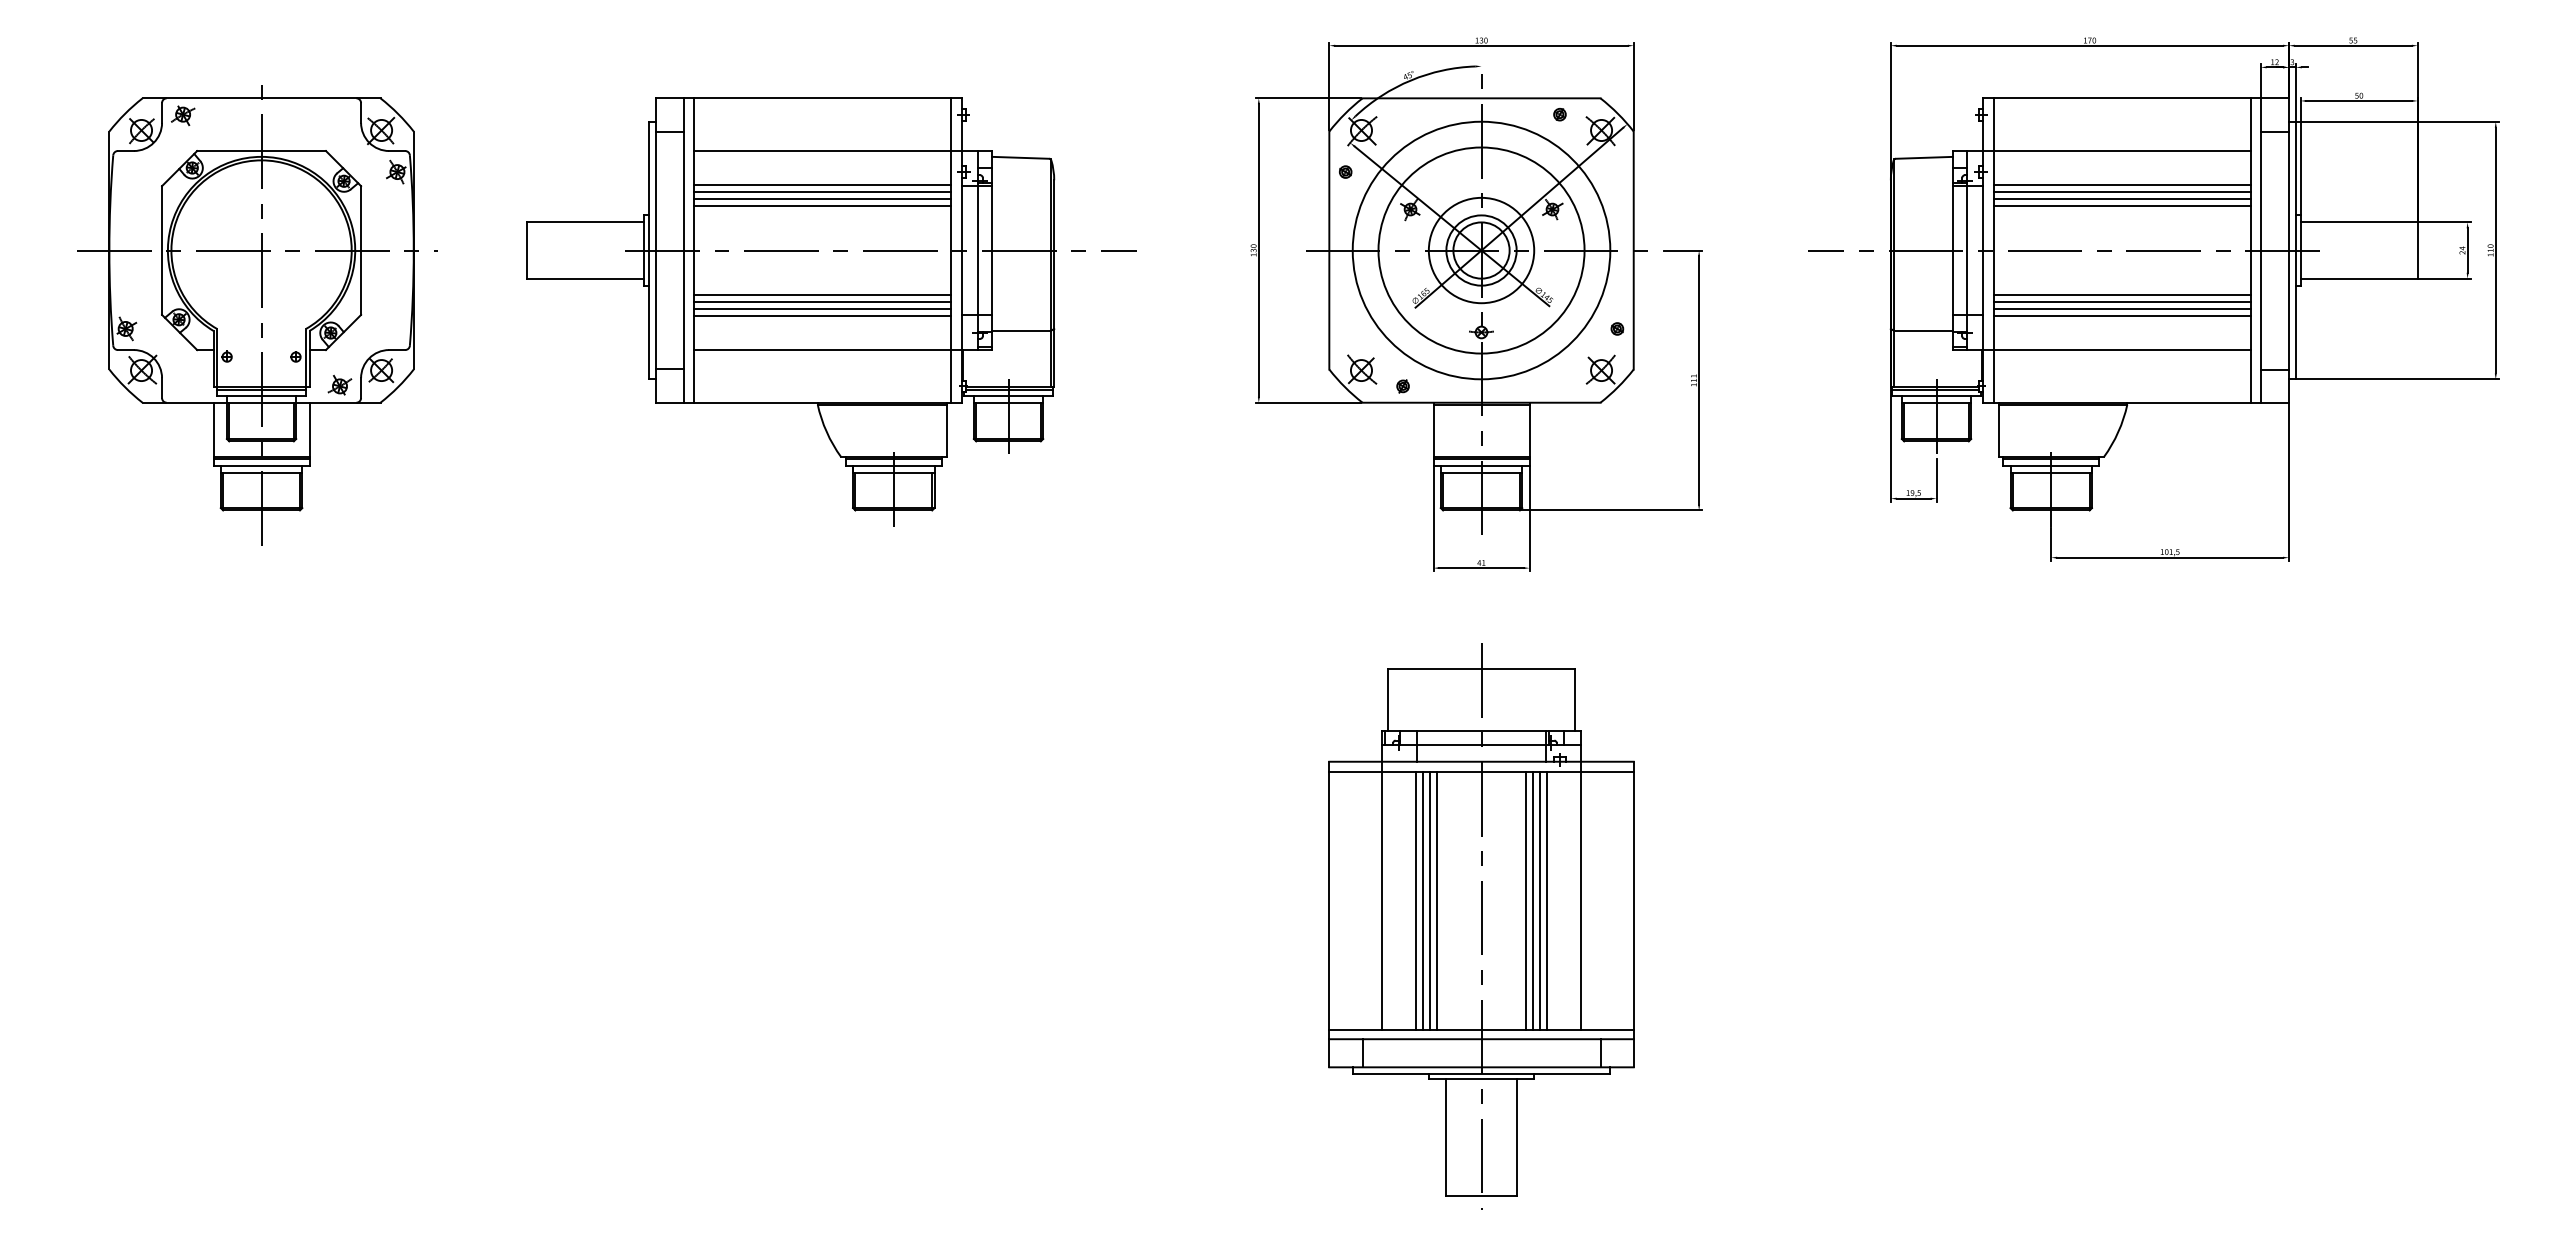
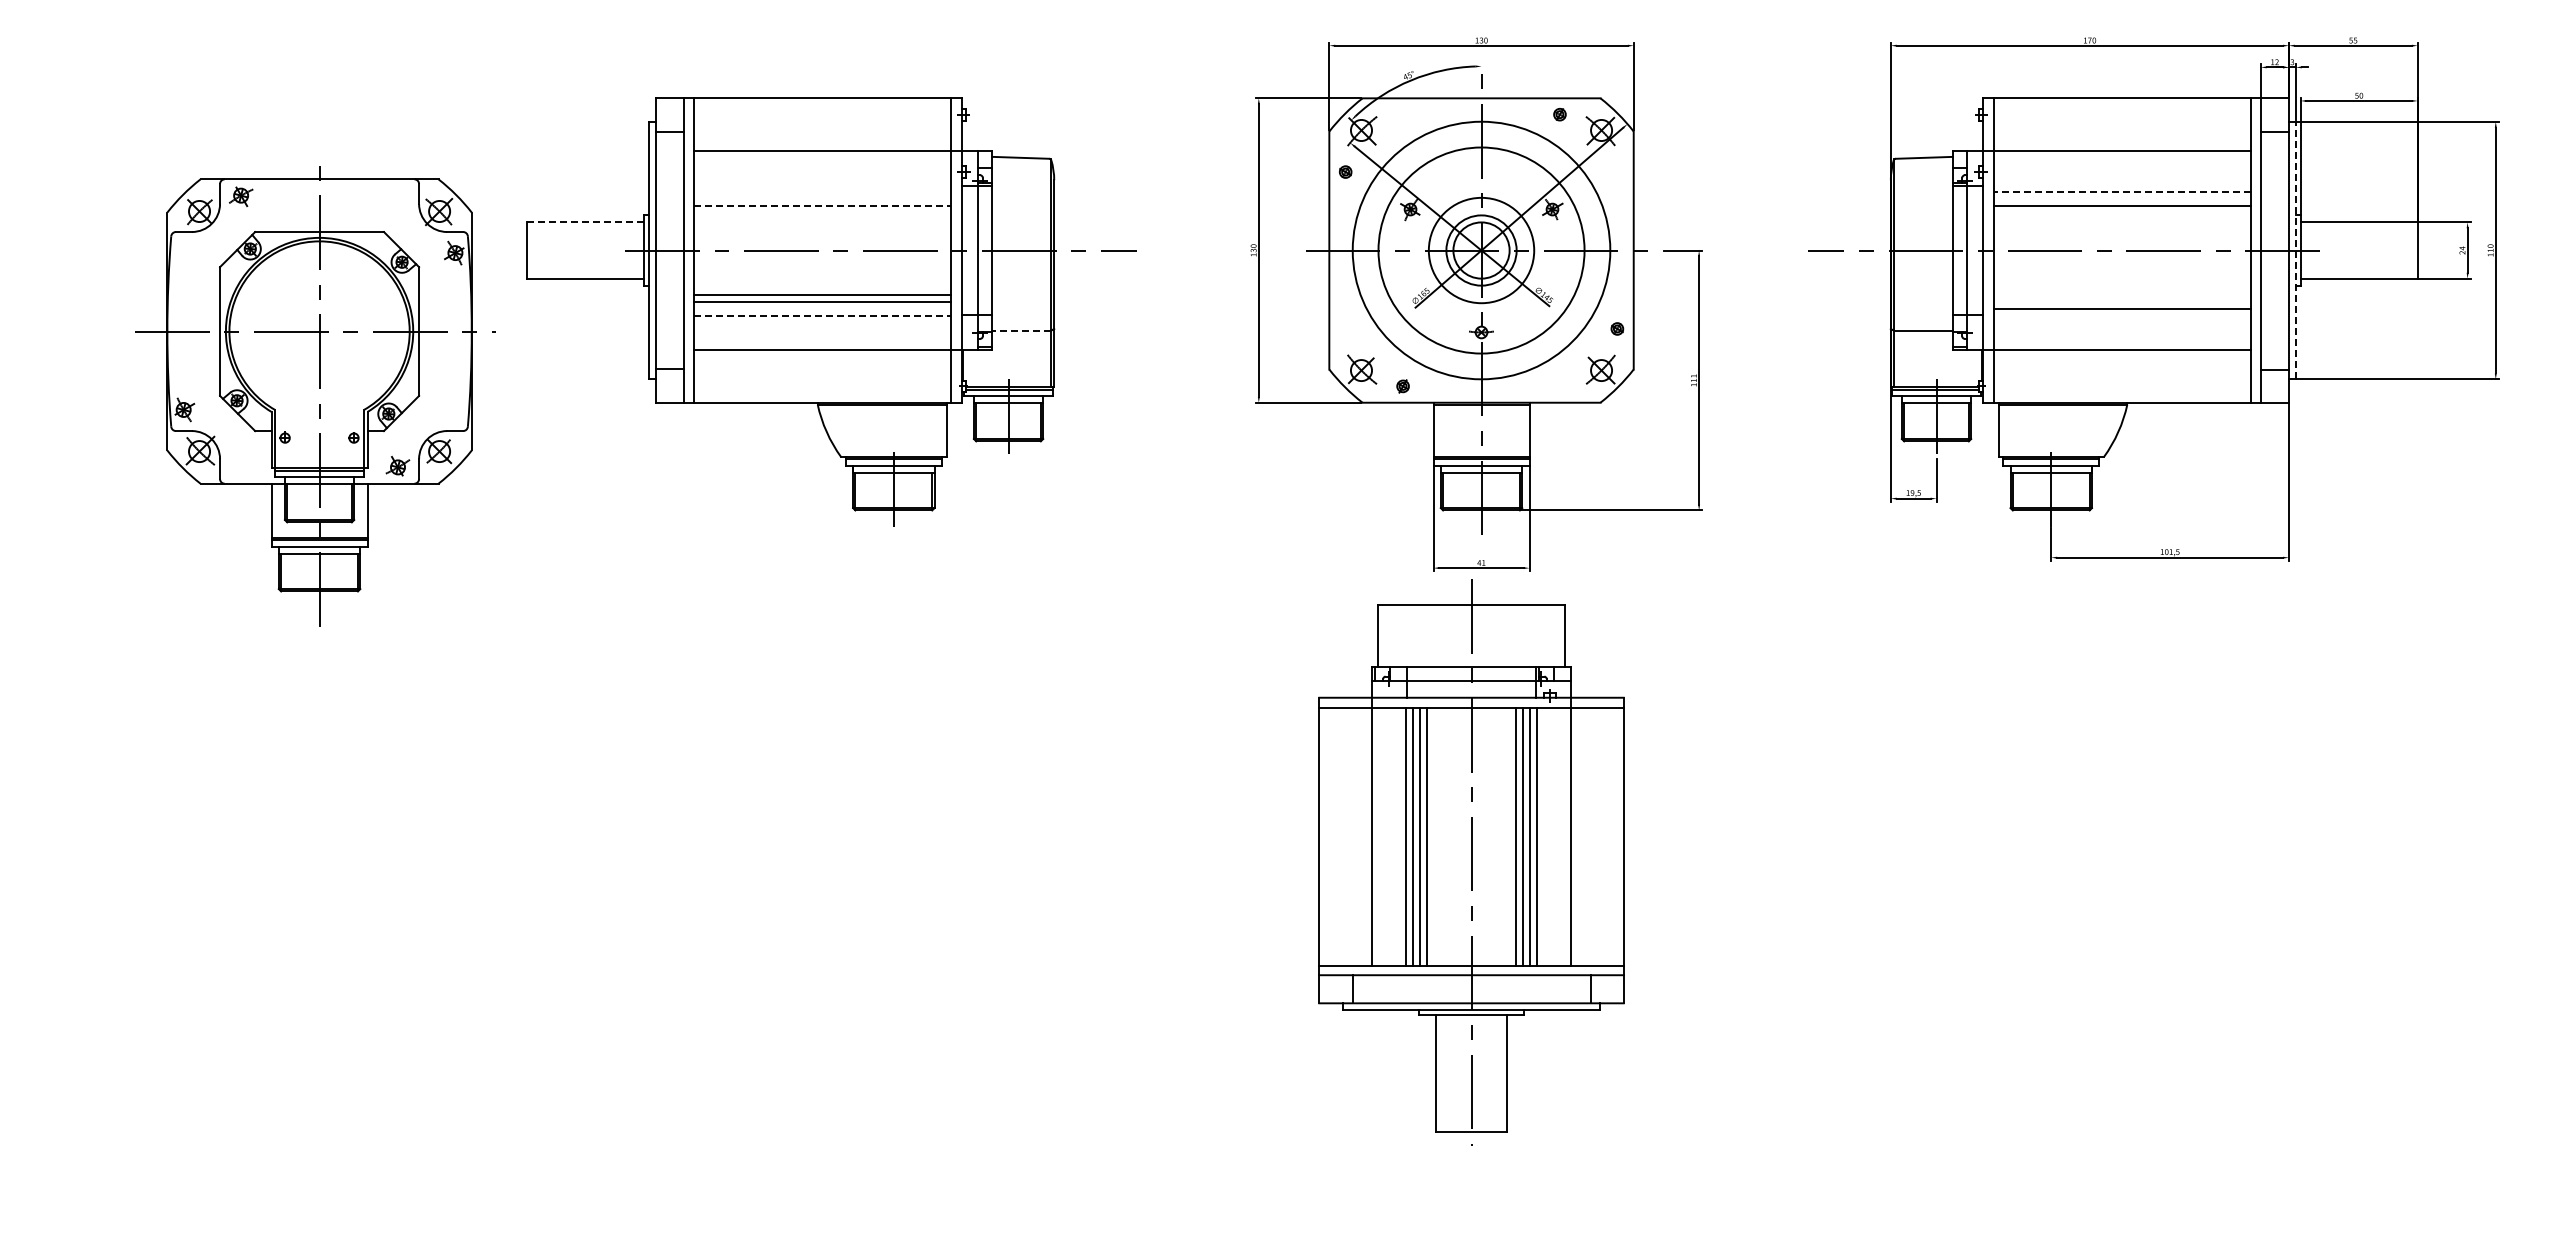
line at (822, 184): present -> none
line at (2122, 184): present -> none
line at (822, 192): present -> none
line at (2122, 192): solid -> dashed
line at (822, 199): present -> none
line at (2122, 199): present -> none
line at (822, 206): solid -> dashed
line at (585, 222): solid -> dashed
line at (2295, 250): solid -> dashed
line at (2122, 295): present -> none
line at (2122, 302): present -> none
line at (822, 309): present -> none
part at (257, 315) position: (257, 315) -> (315, 396)
line at (822, 316): solid -> dashed
line at (2122, 316): present -> none
line at (1020, 330): solid -> dashed
part at (1481, 926) position: (1481, 926) -> (1471, 862)
